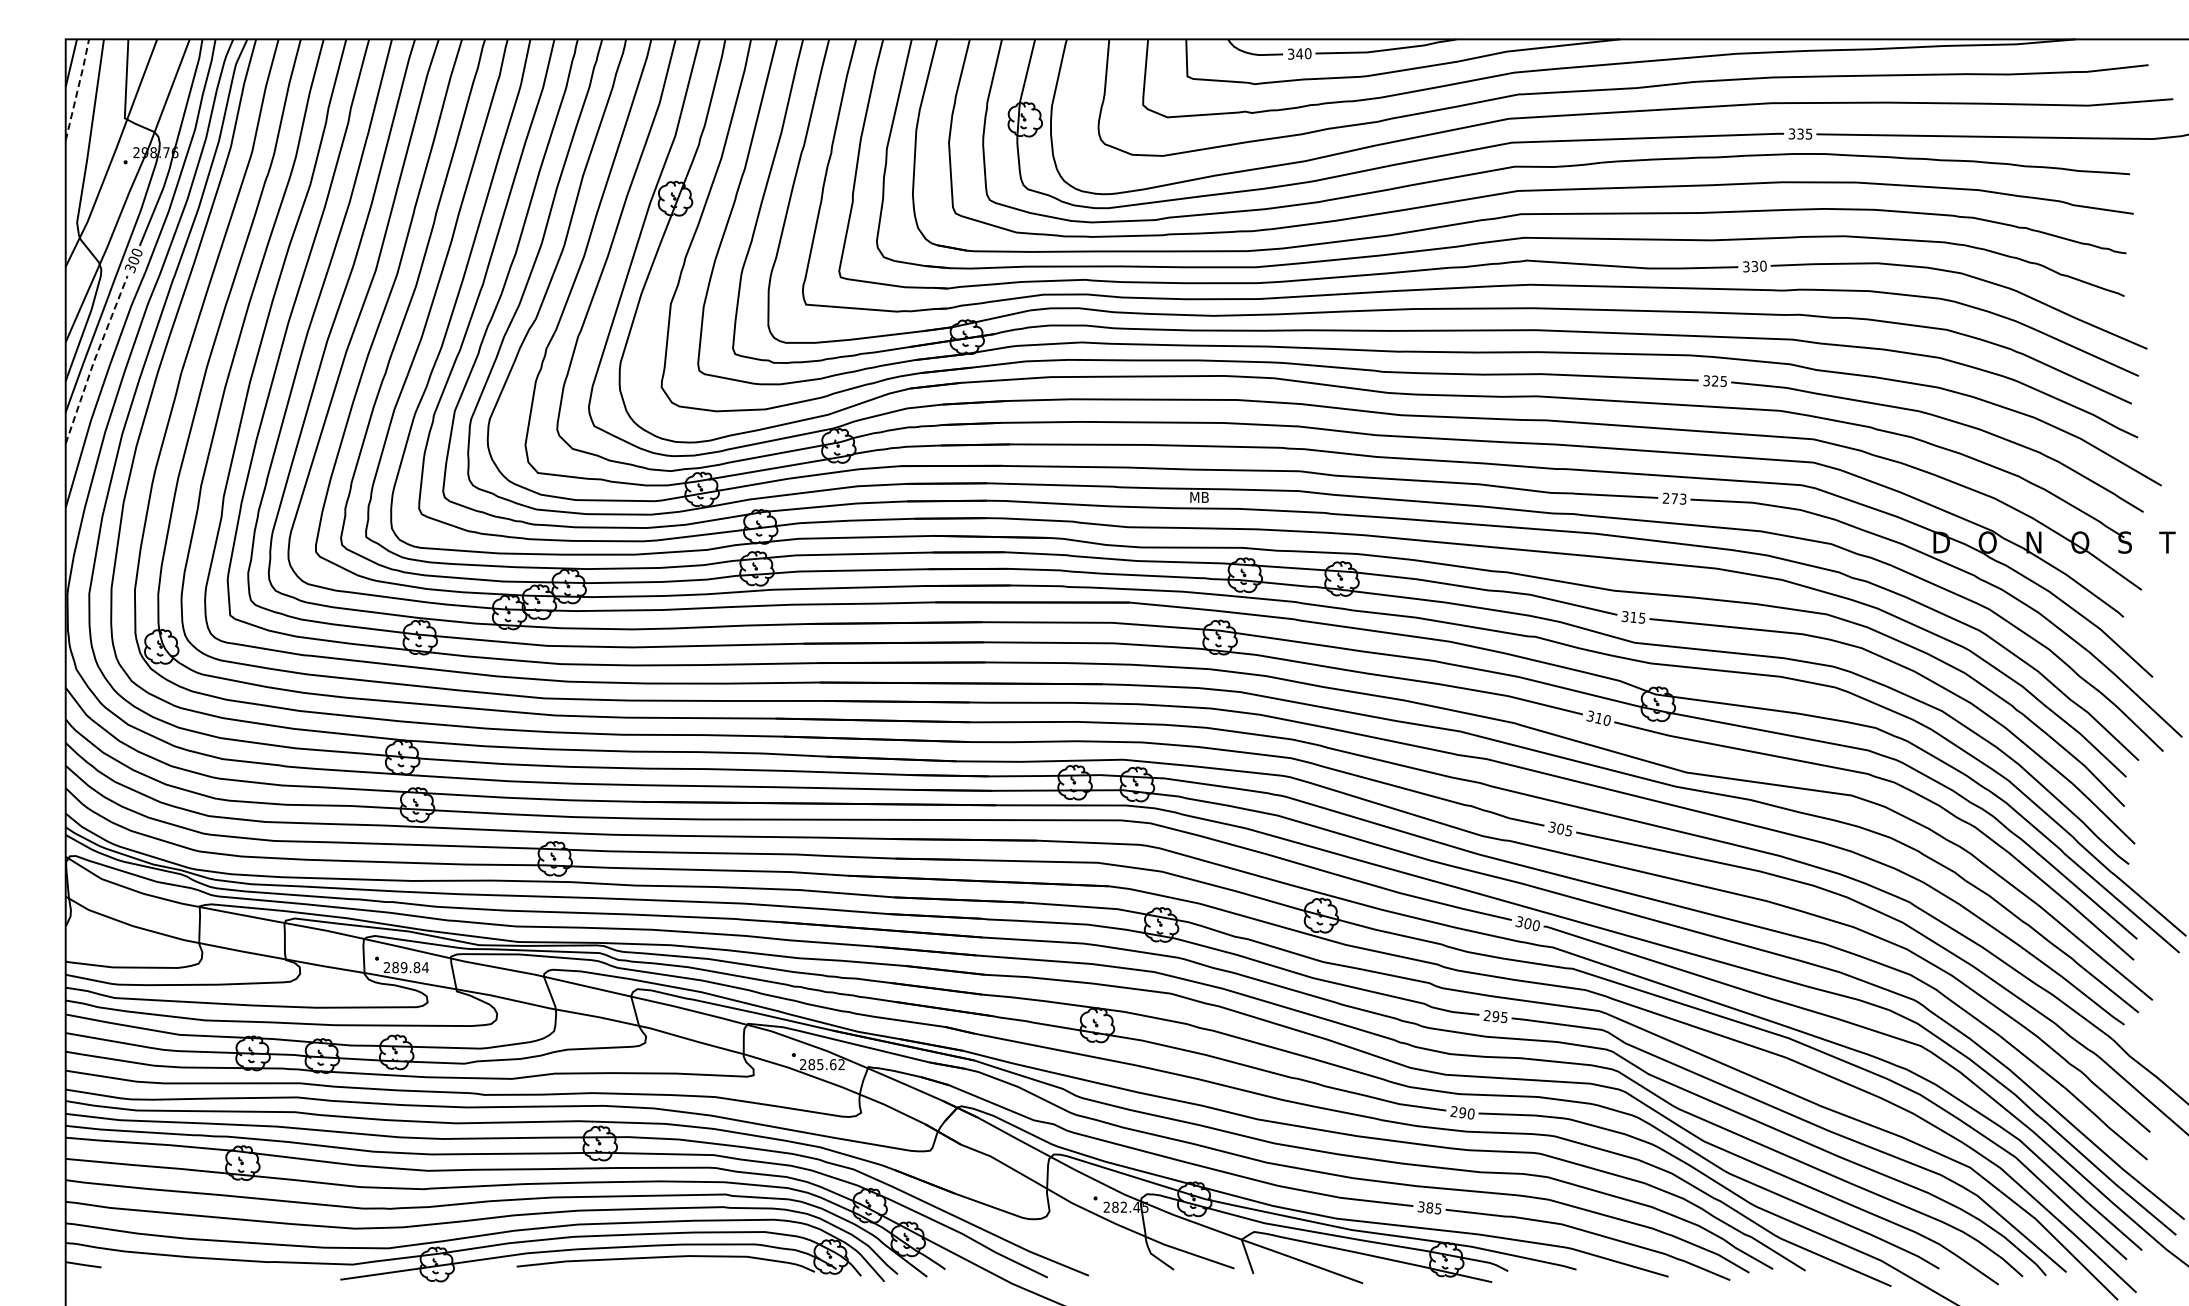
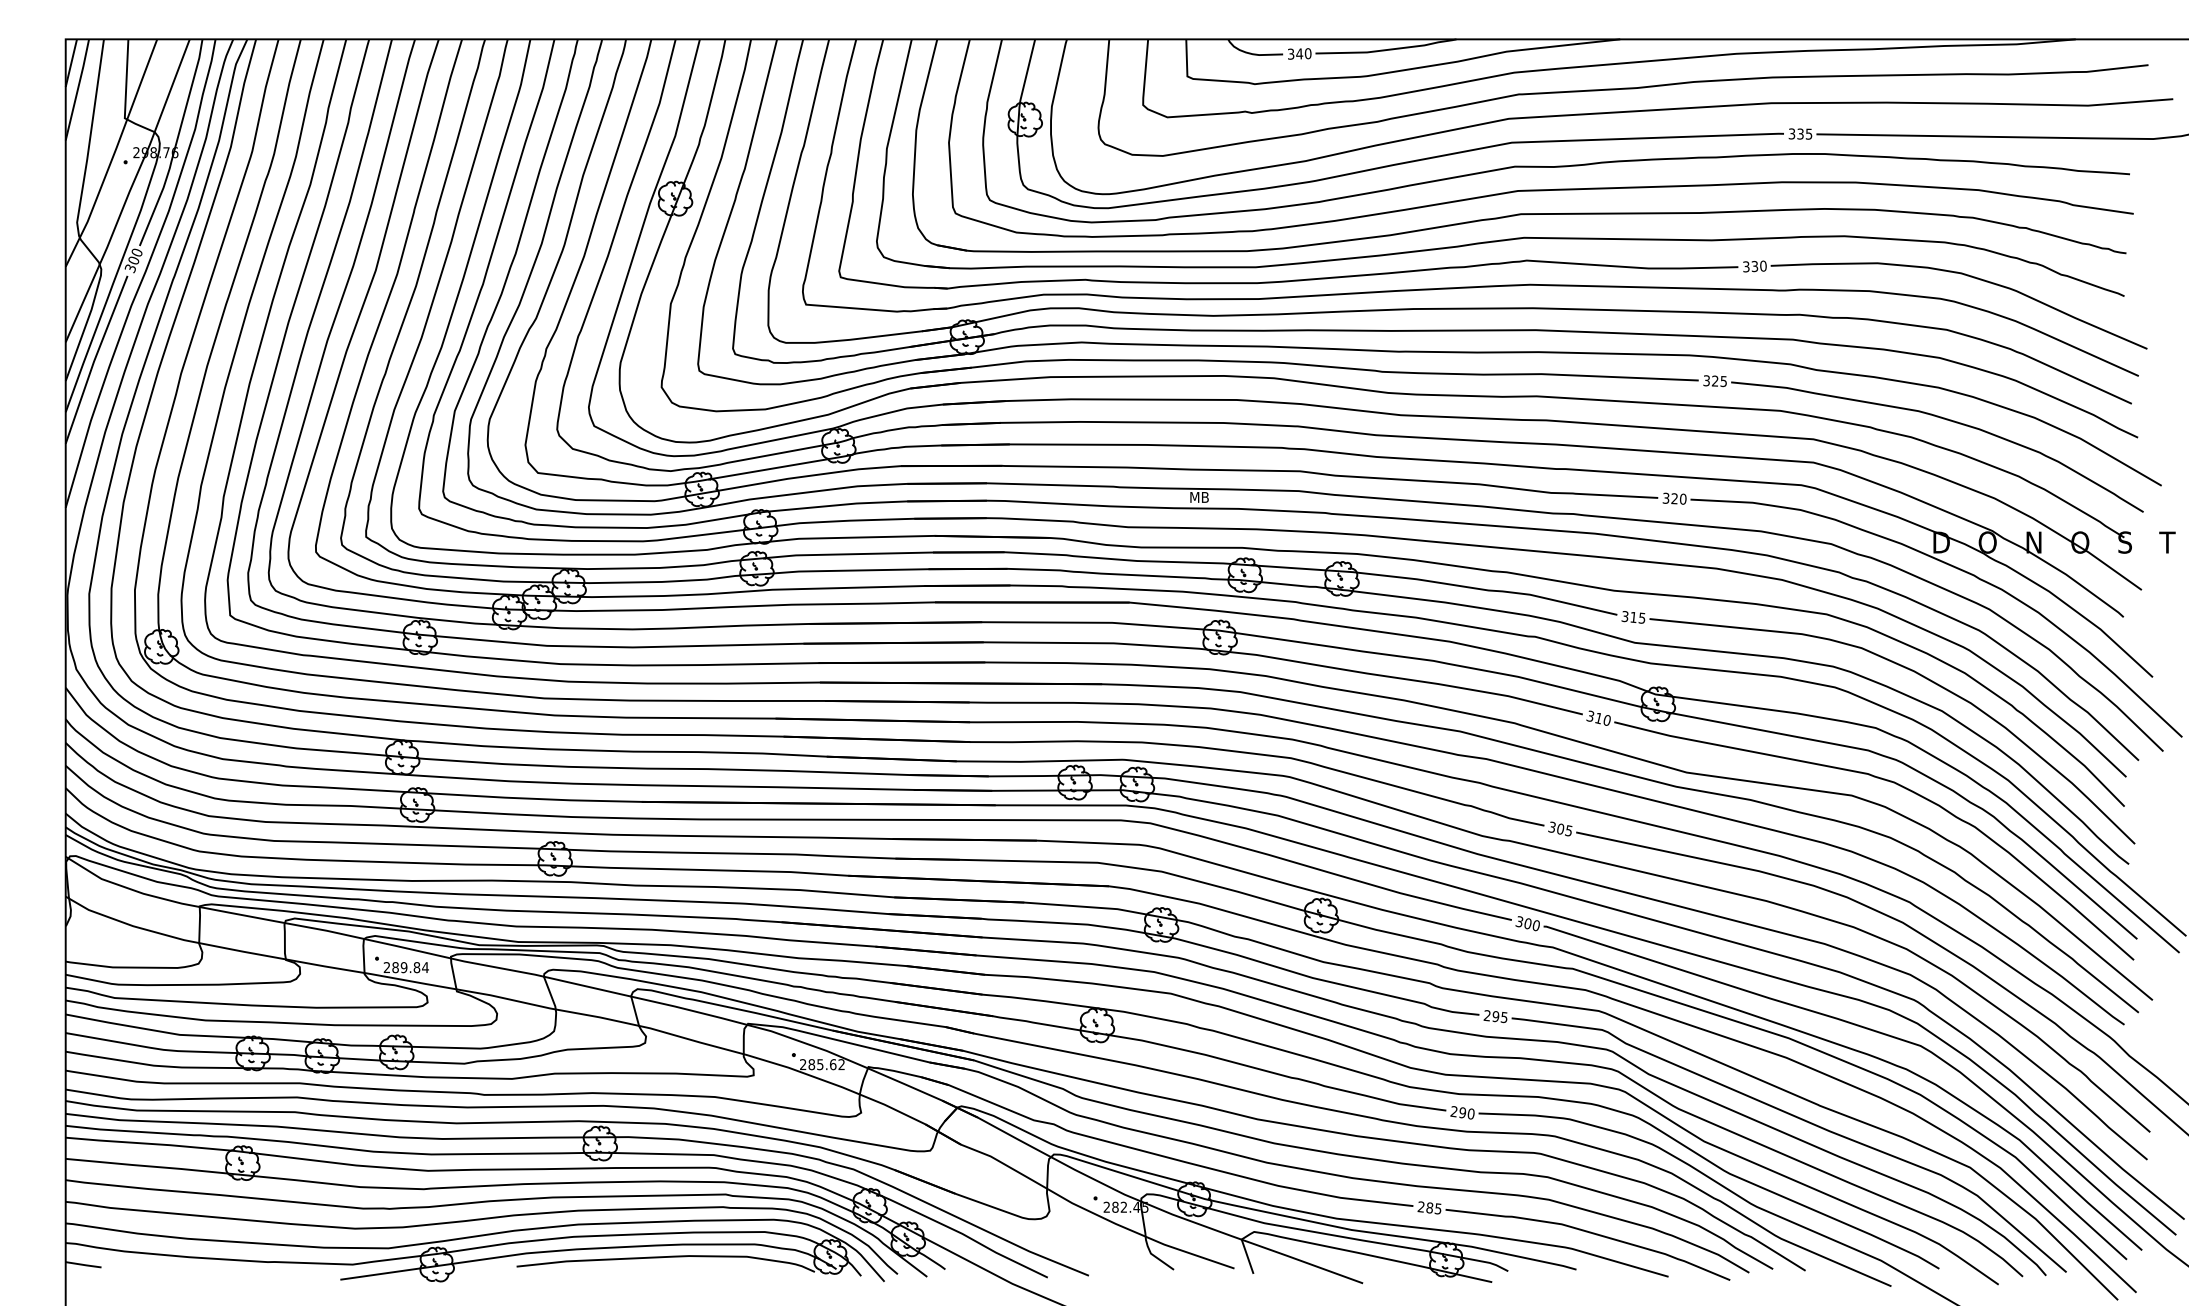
line at (77, 89): dashed -> solid
line at (95, 358): dashed -> solid
text at (1674, 498): 273 -> 320
text at (1420, 1207): 385 -> 285
